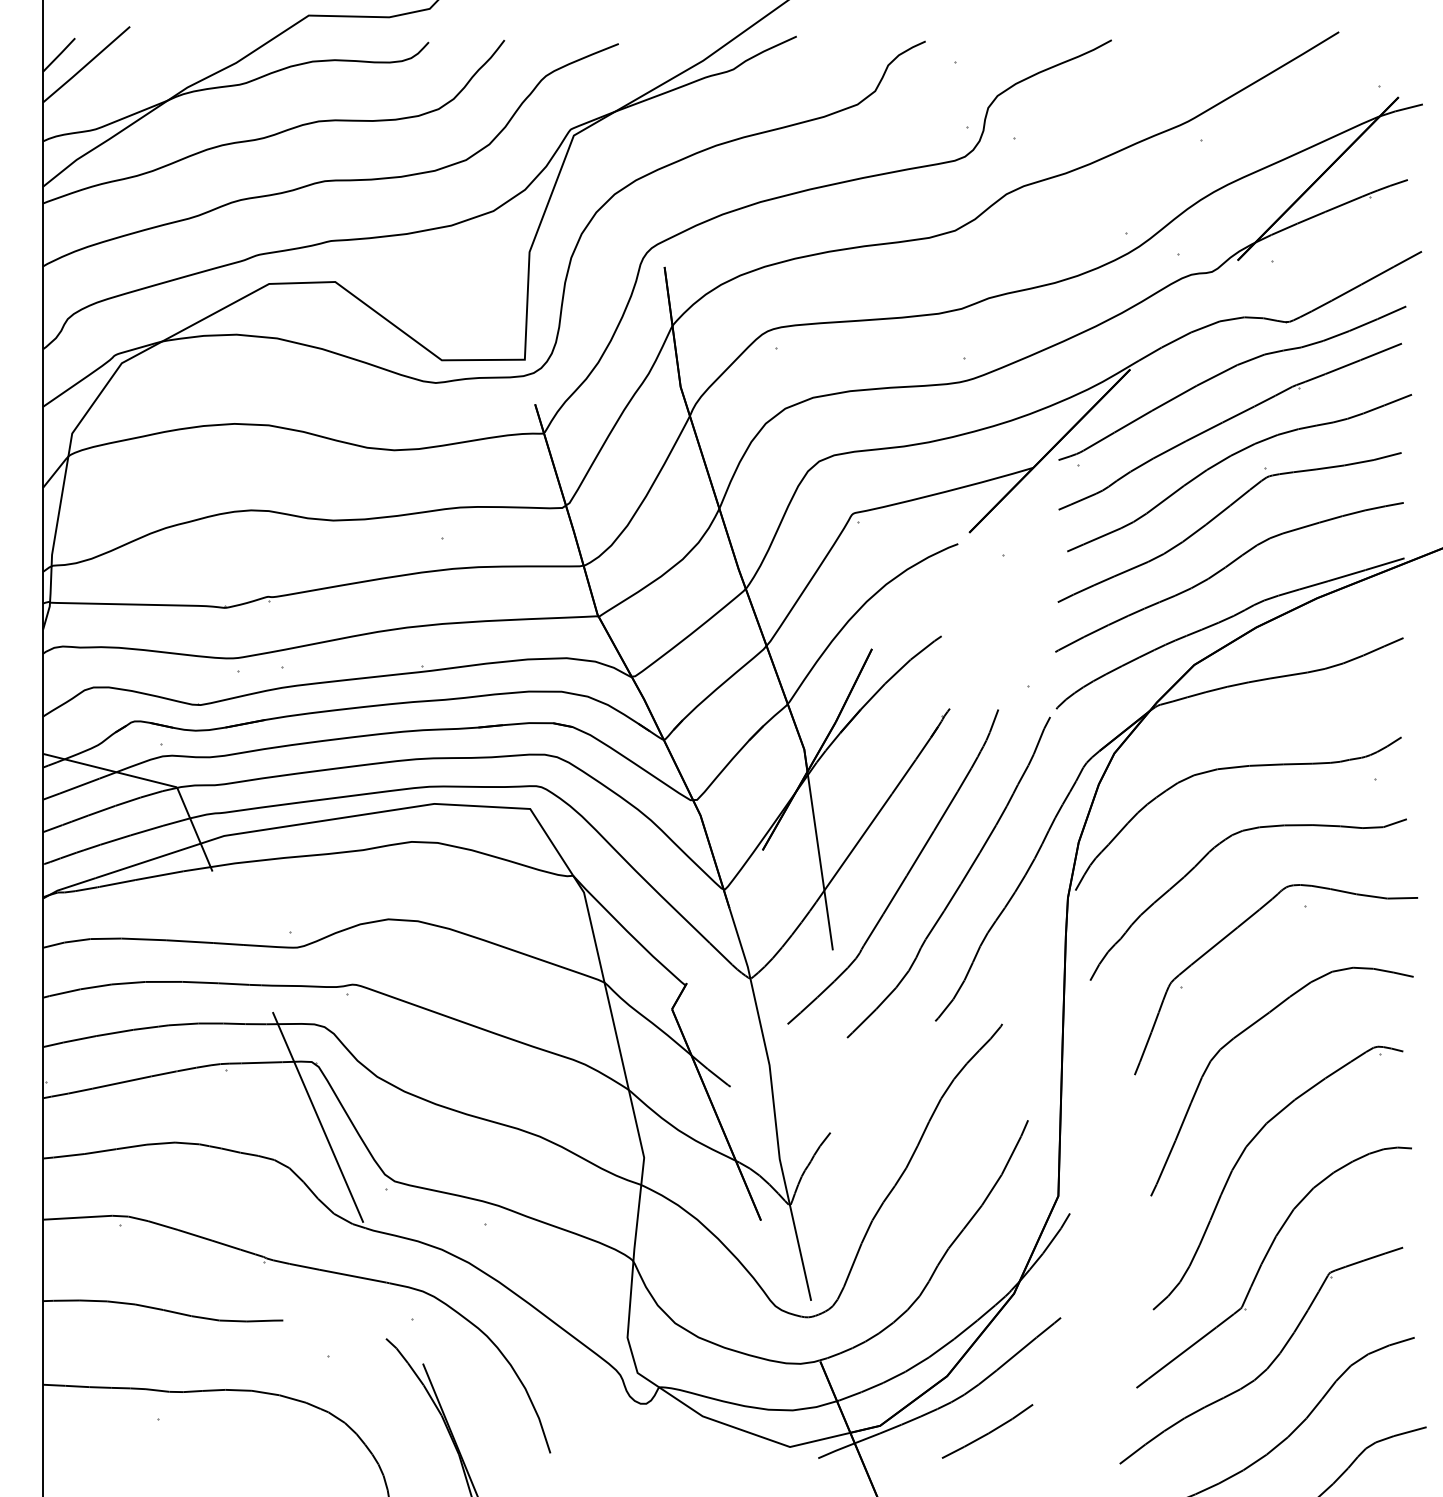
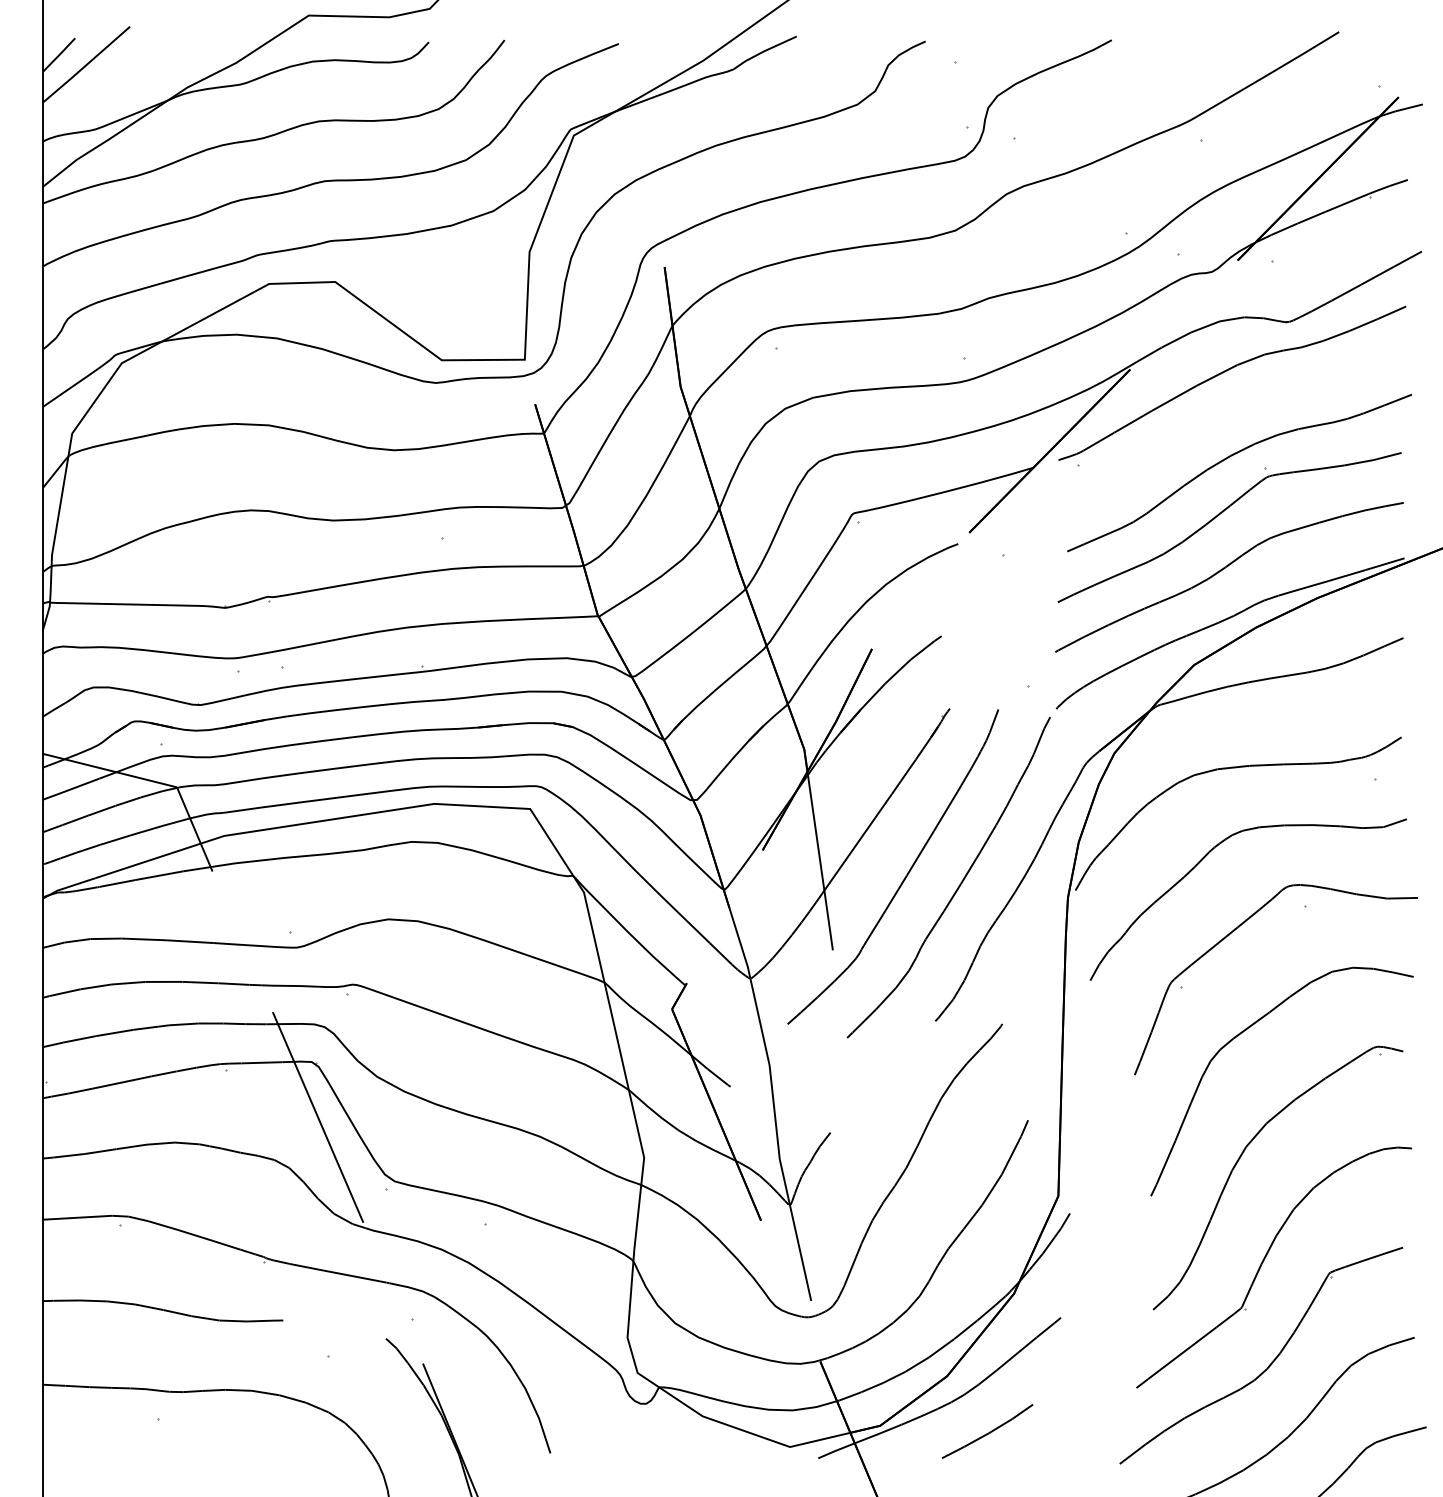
part at (1229, 426): present -> none
